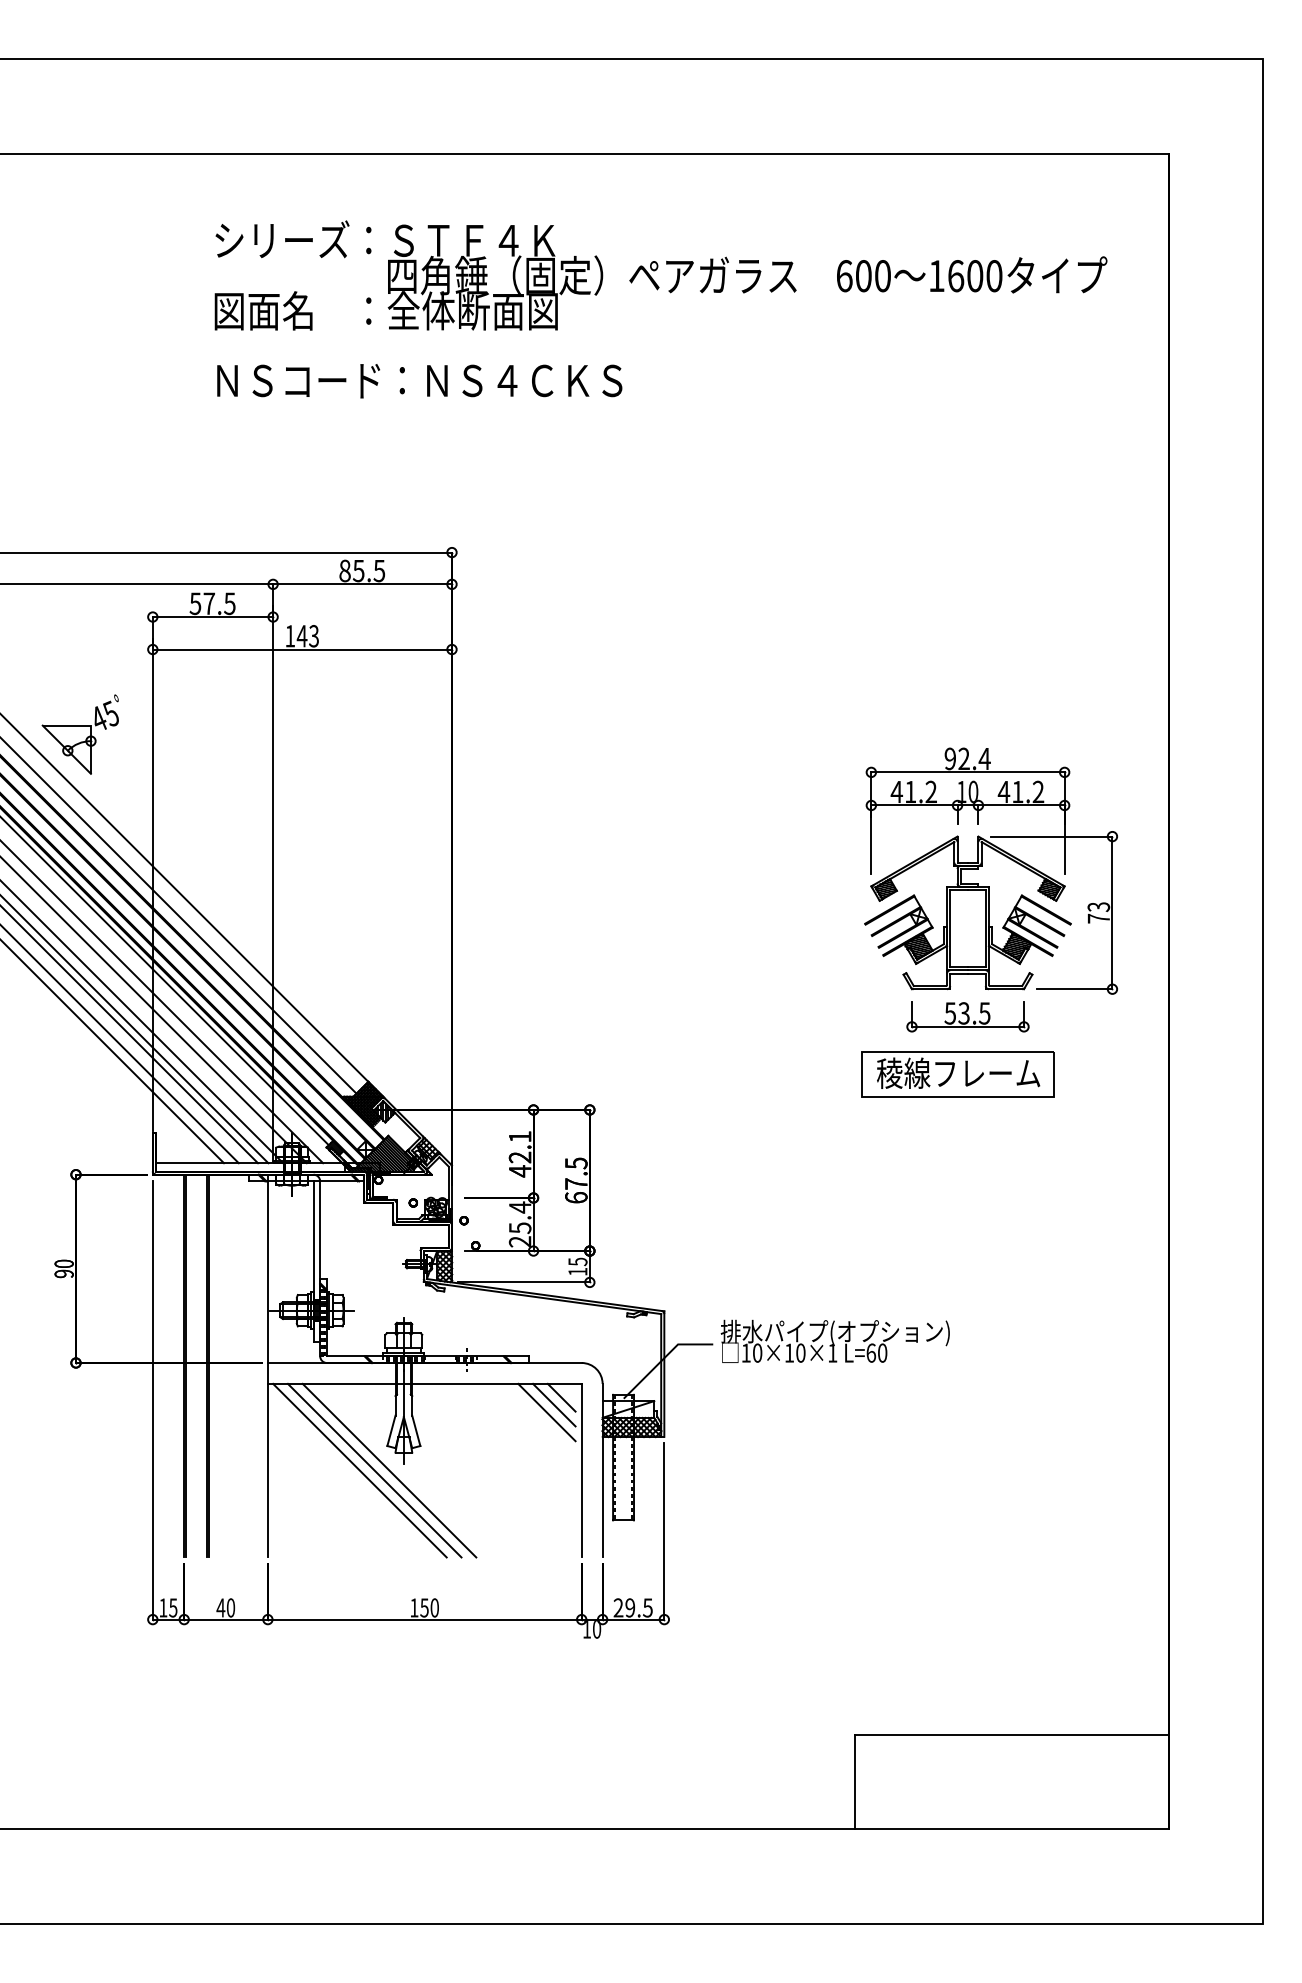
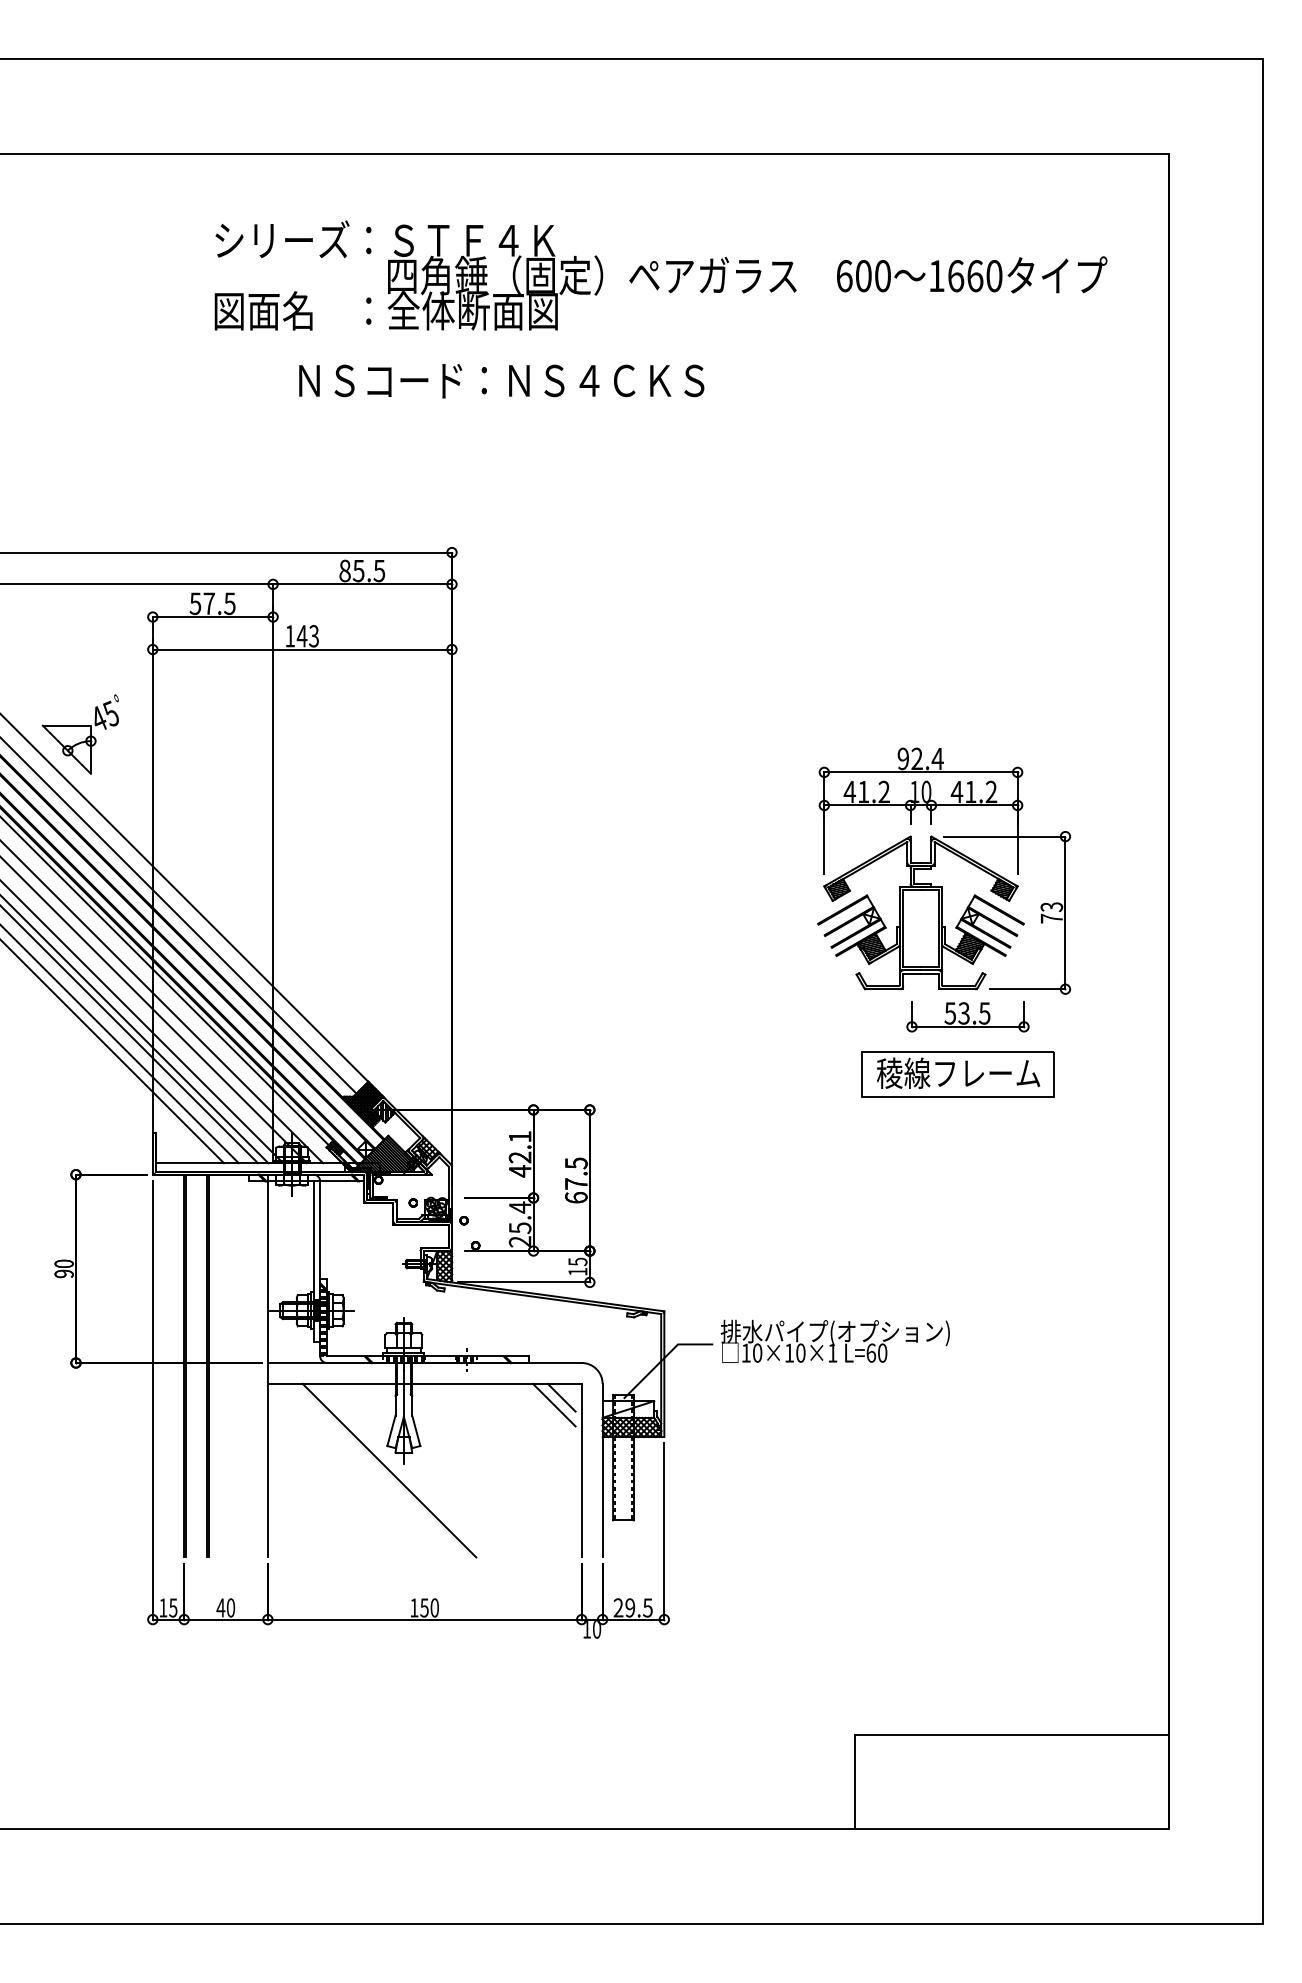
text at (975, 276): 1600 -> 1660
text at (419, 381) position: (419, 381) -> (501, 381)
part at (982, 866) position: (982, 866) -> (935, 866)
line at (546, 1412): present -> none
line at (359, 1470): present -> none
line at (374, 1470): present -> none
